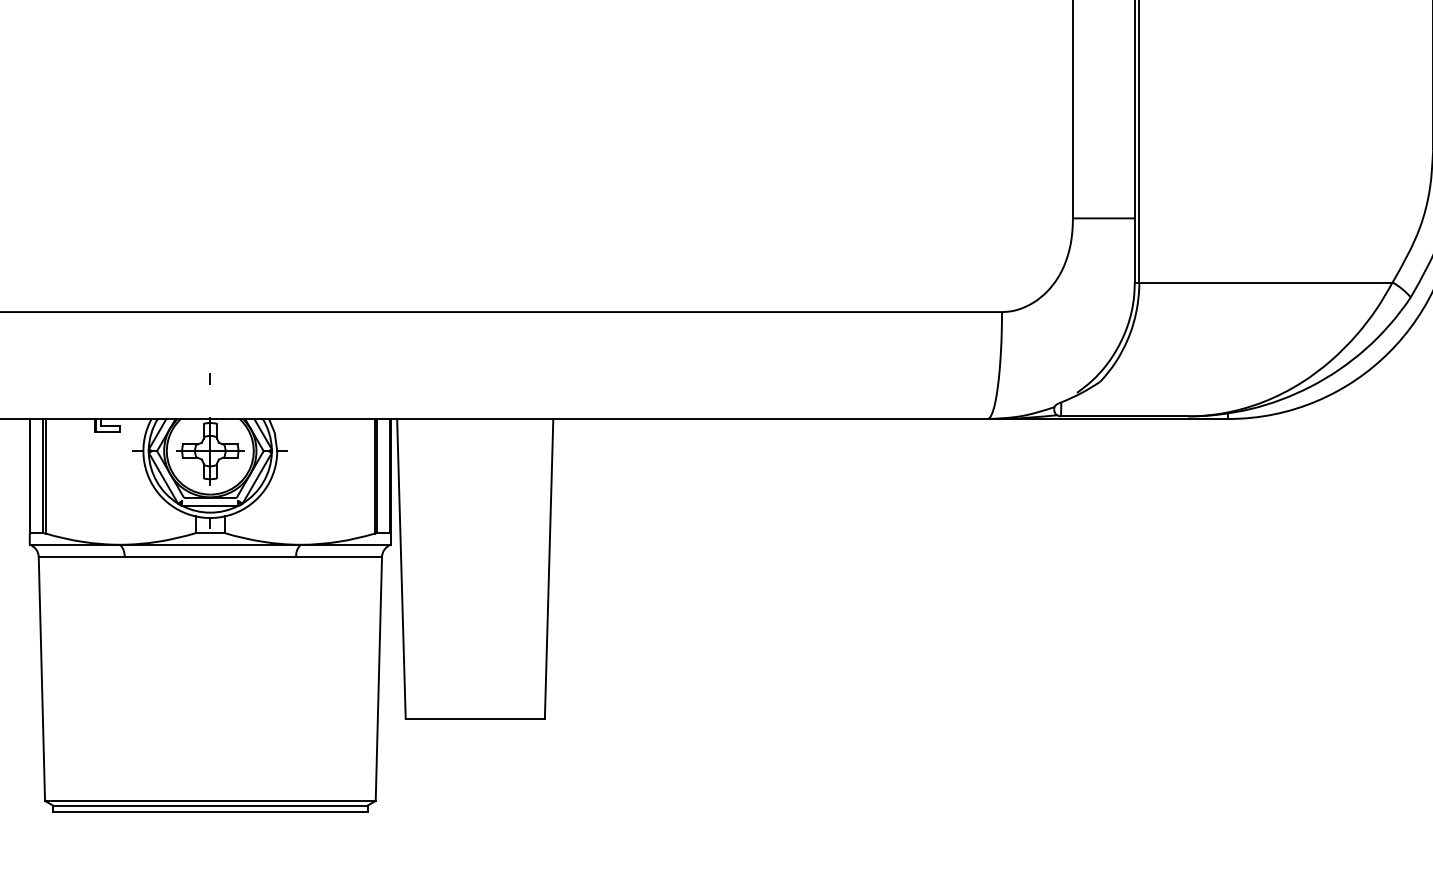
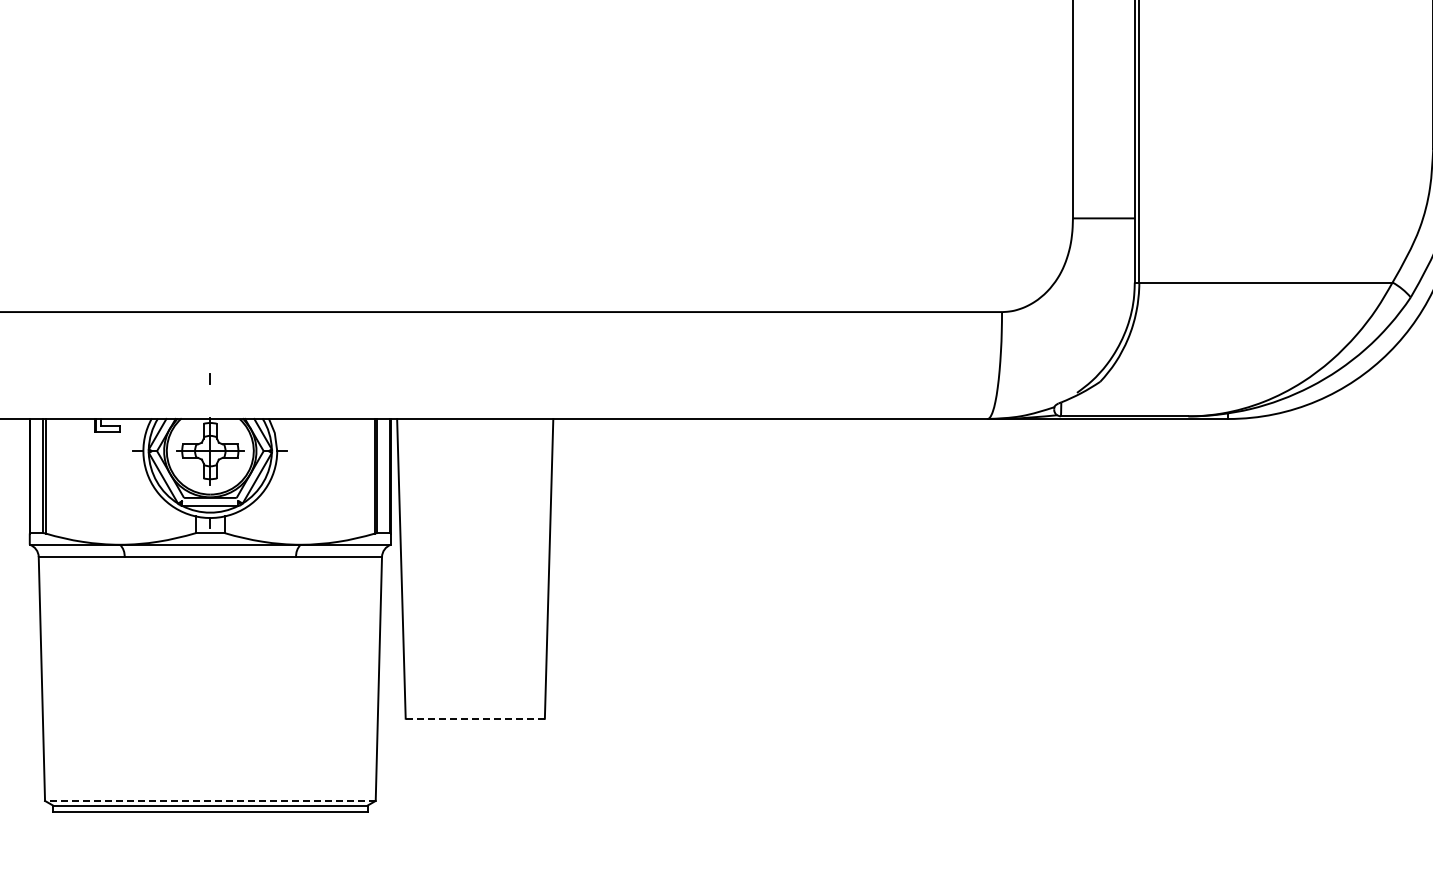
line at (475, 718): solid -> dashed
line at (209, 800): solid -> dashed
